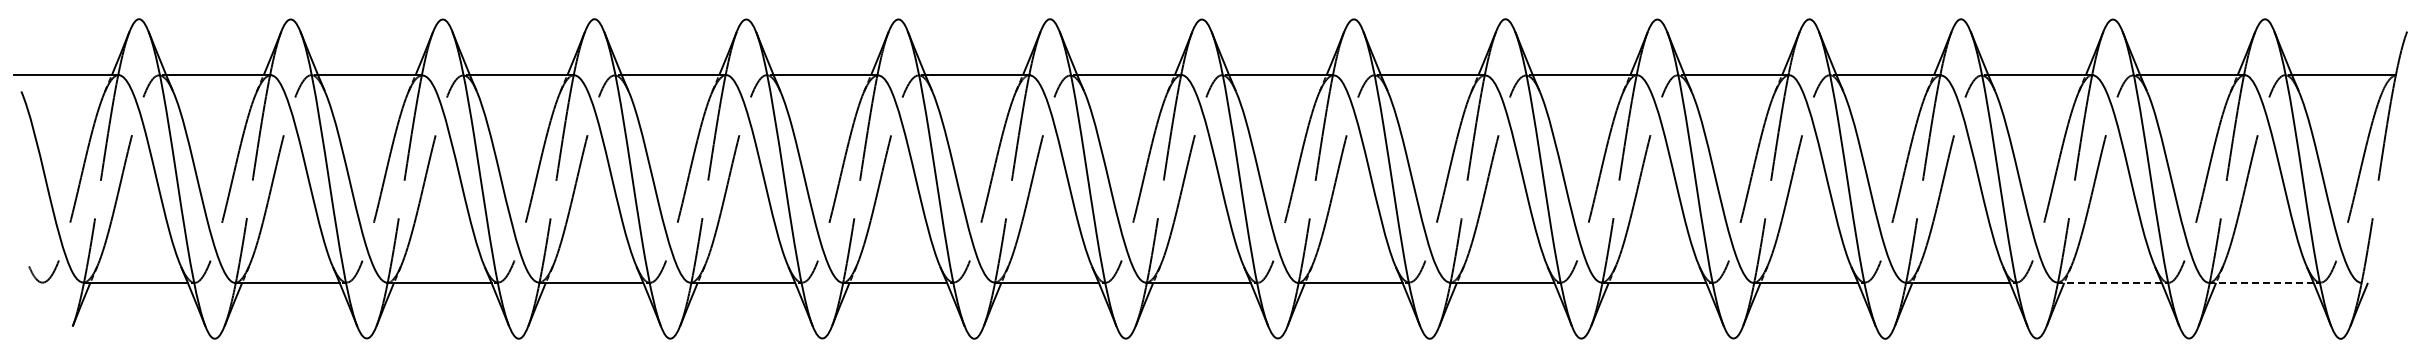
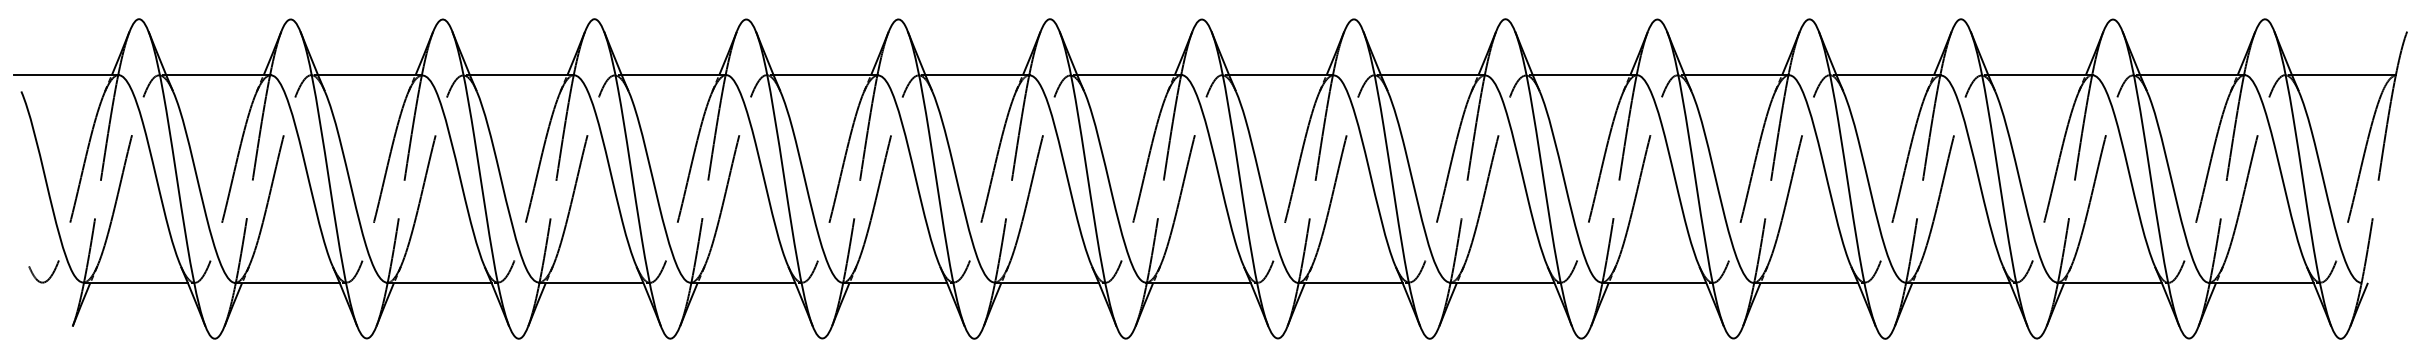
line at (2109, 282): dashed -> solid
line at (2260, 282): dashed -> solid
